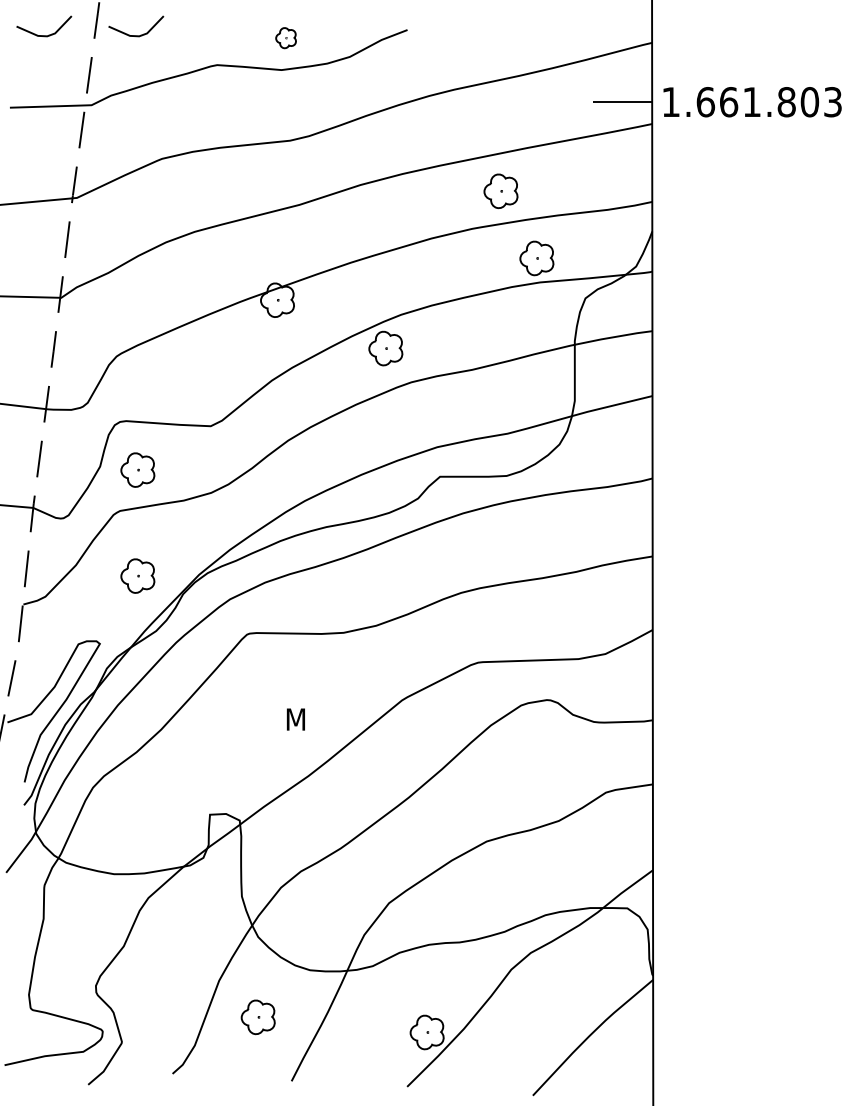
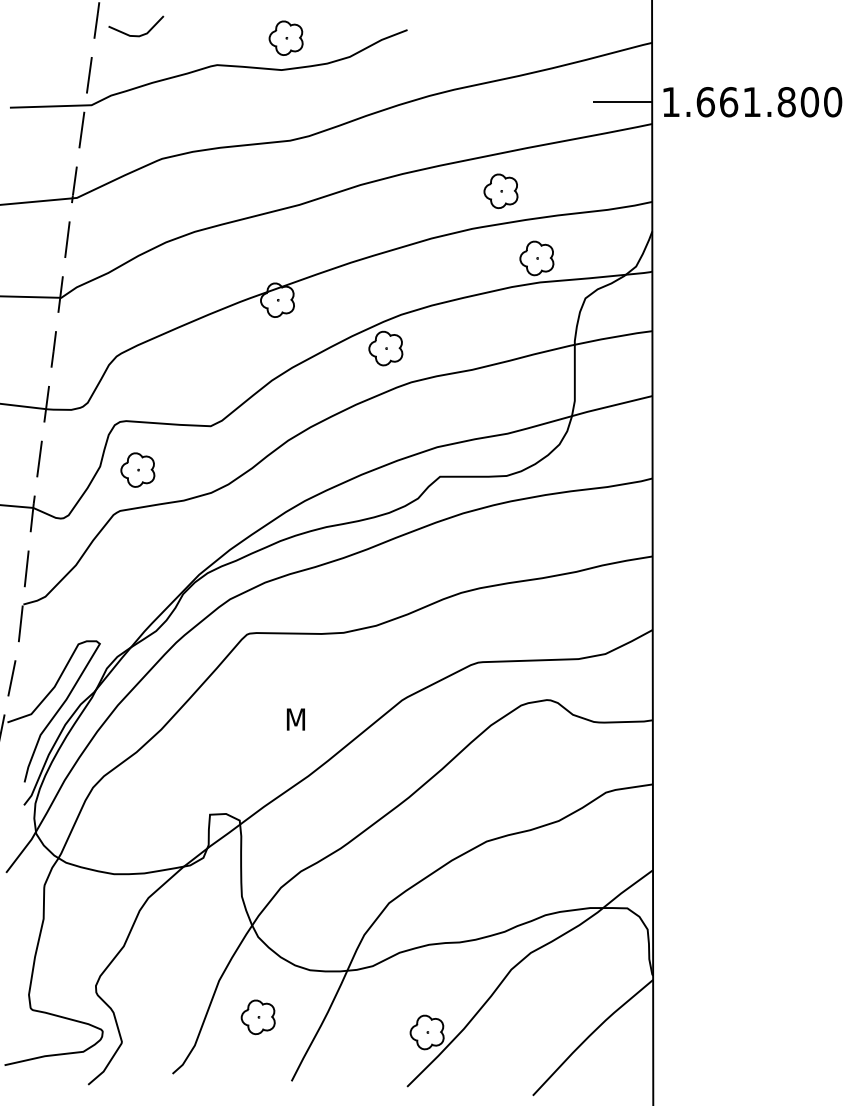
line at (48, 34): present -> none
part at (285, 38) size: 22x23 px -> 36x36 px
text at (833, 102): 1.661.803 -> 1.661.800
part at (137, 575): present -> none
